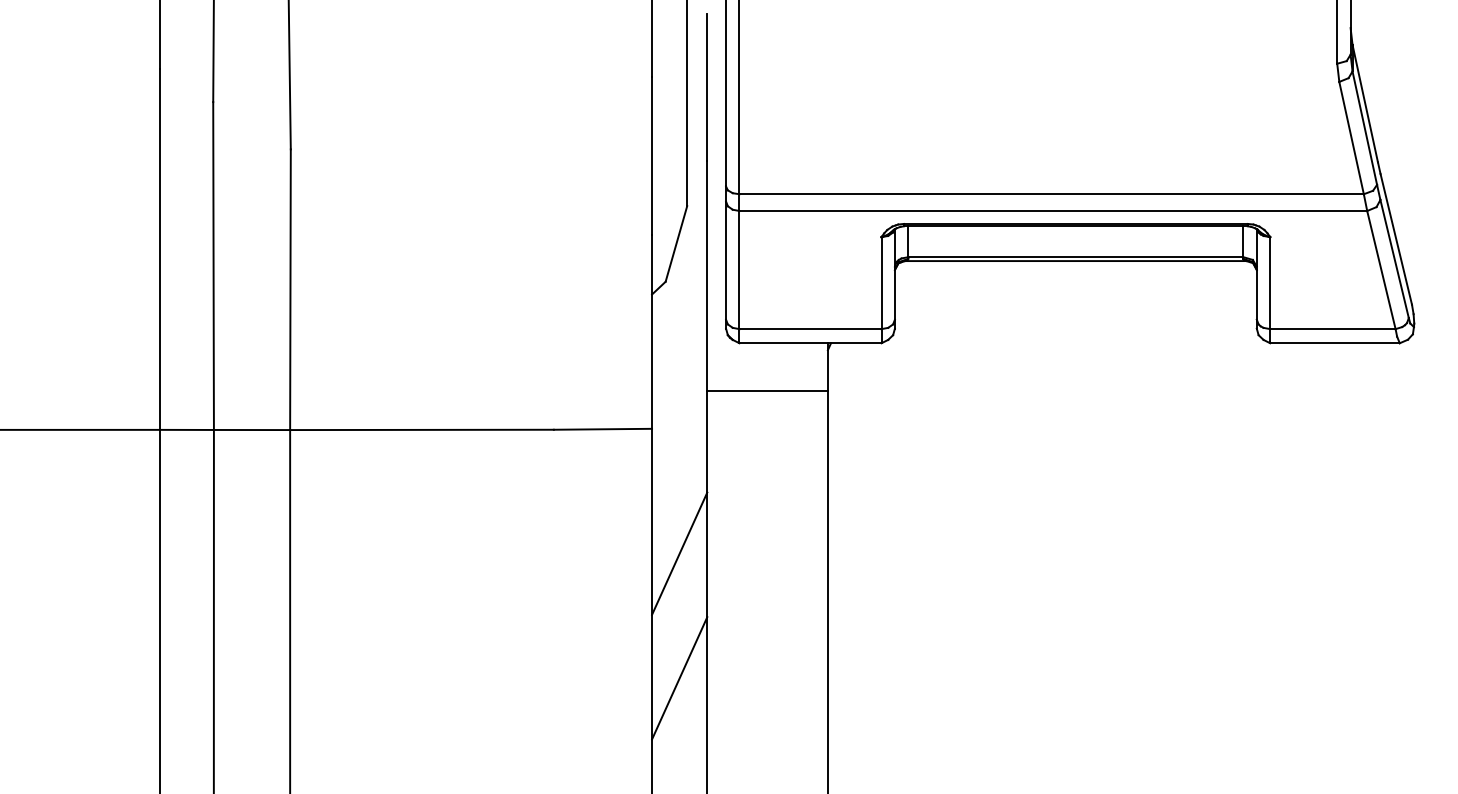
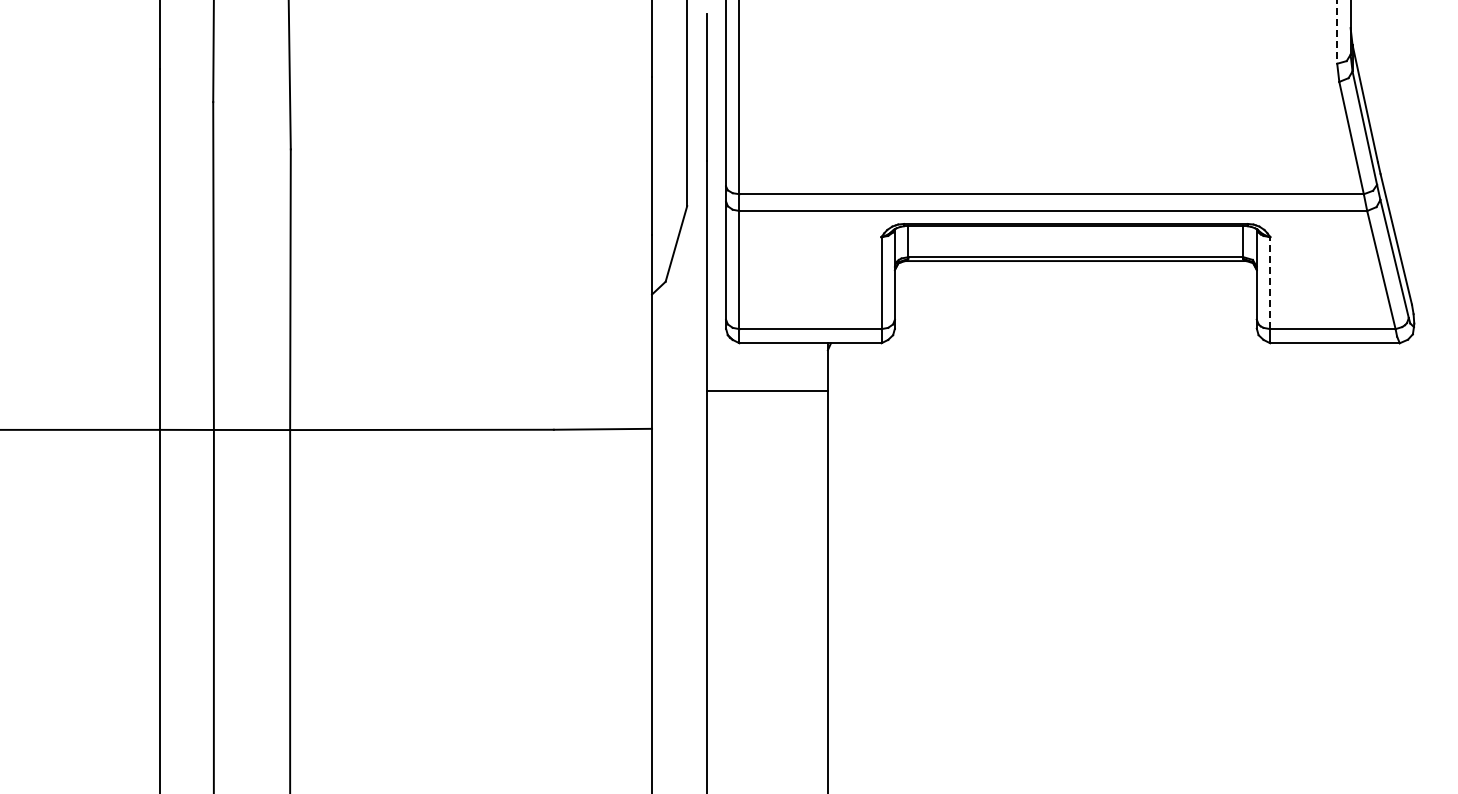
line at (1337, 32): solid -> dashed
line at (1270, 283): solid -> dashed
line at (679, 553): present -> none
line at (679, 678): present -> none
